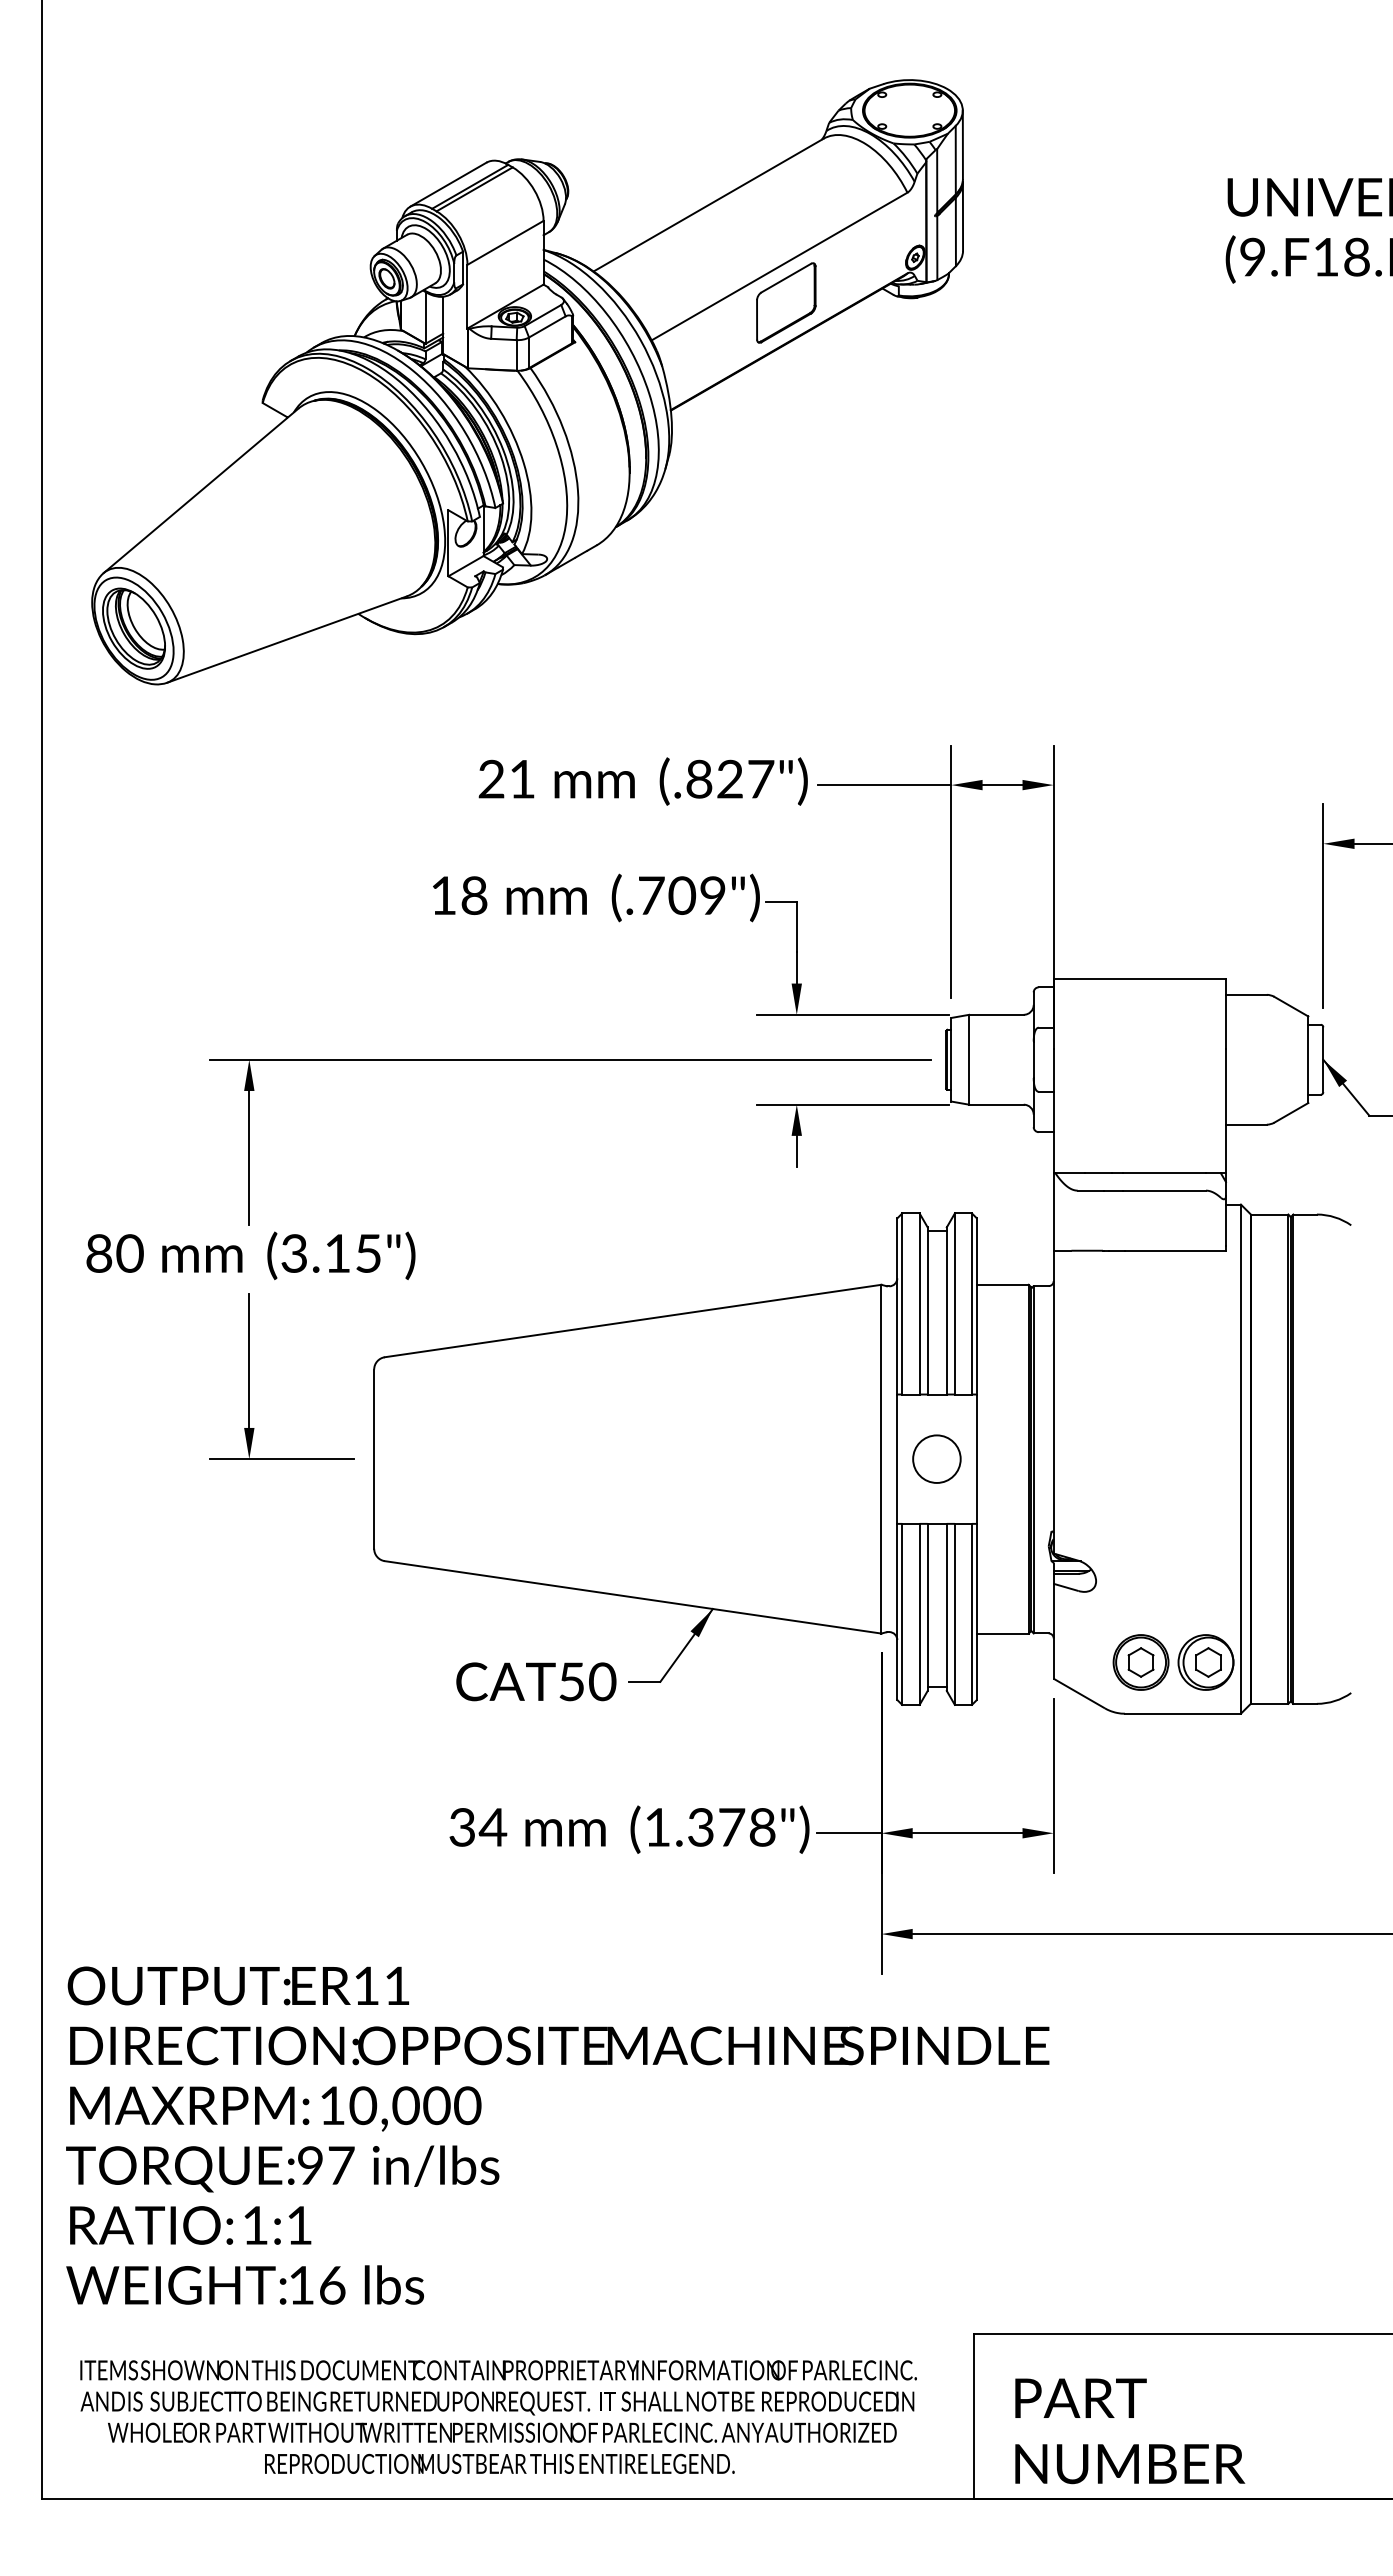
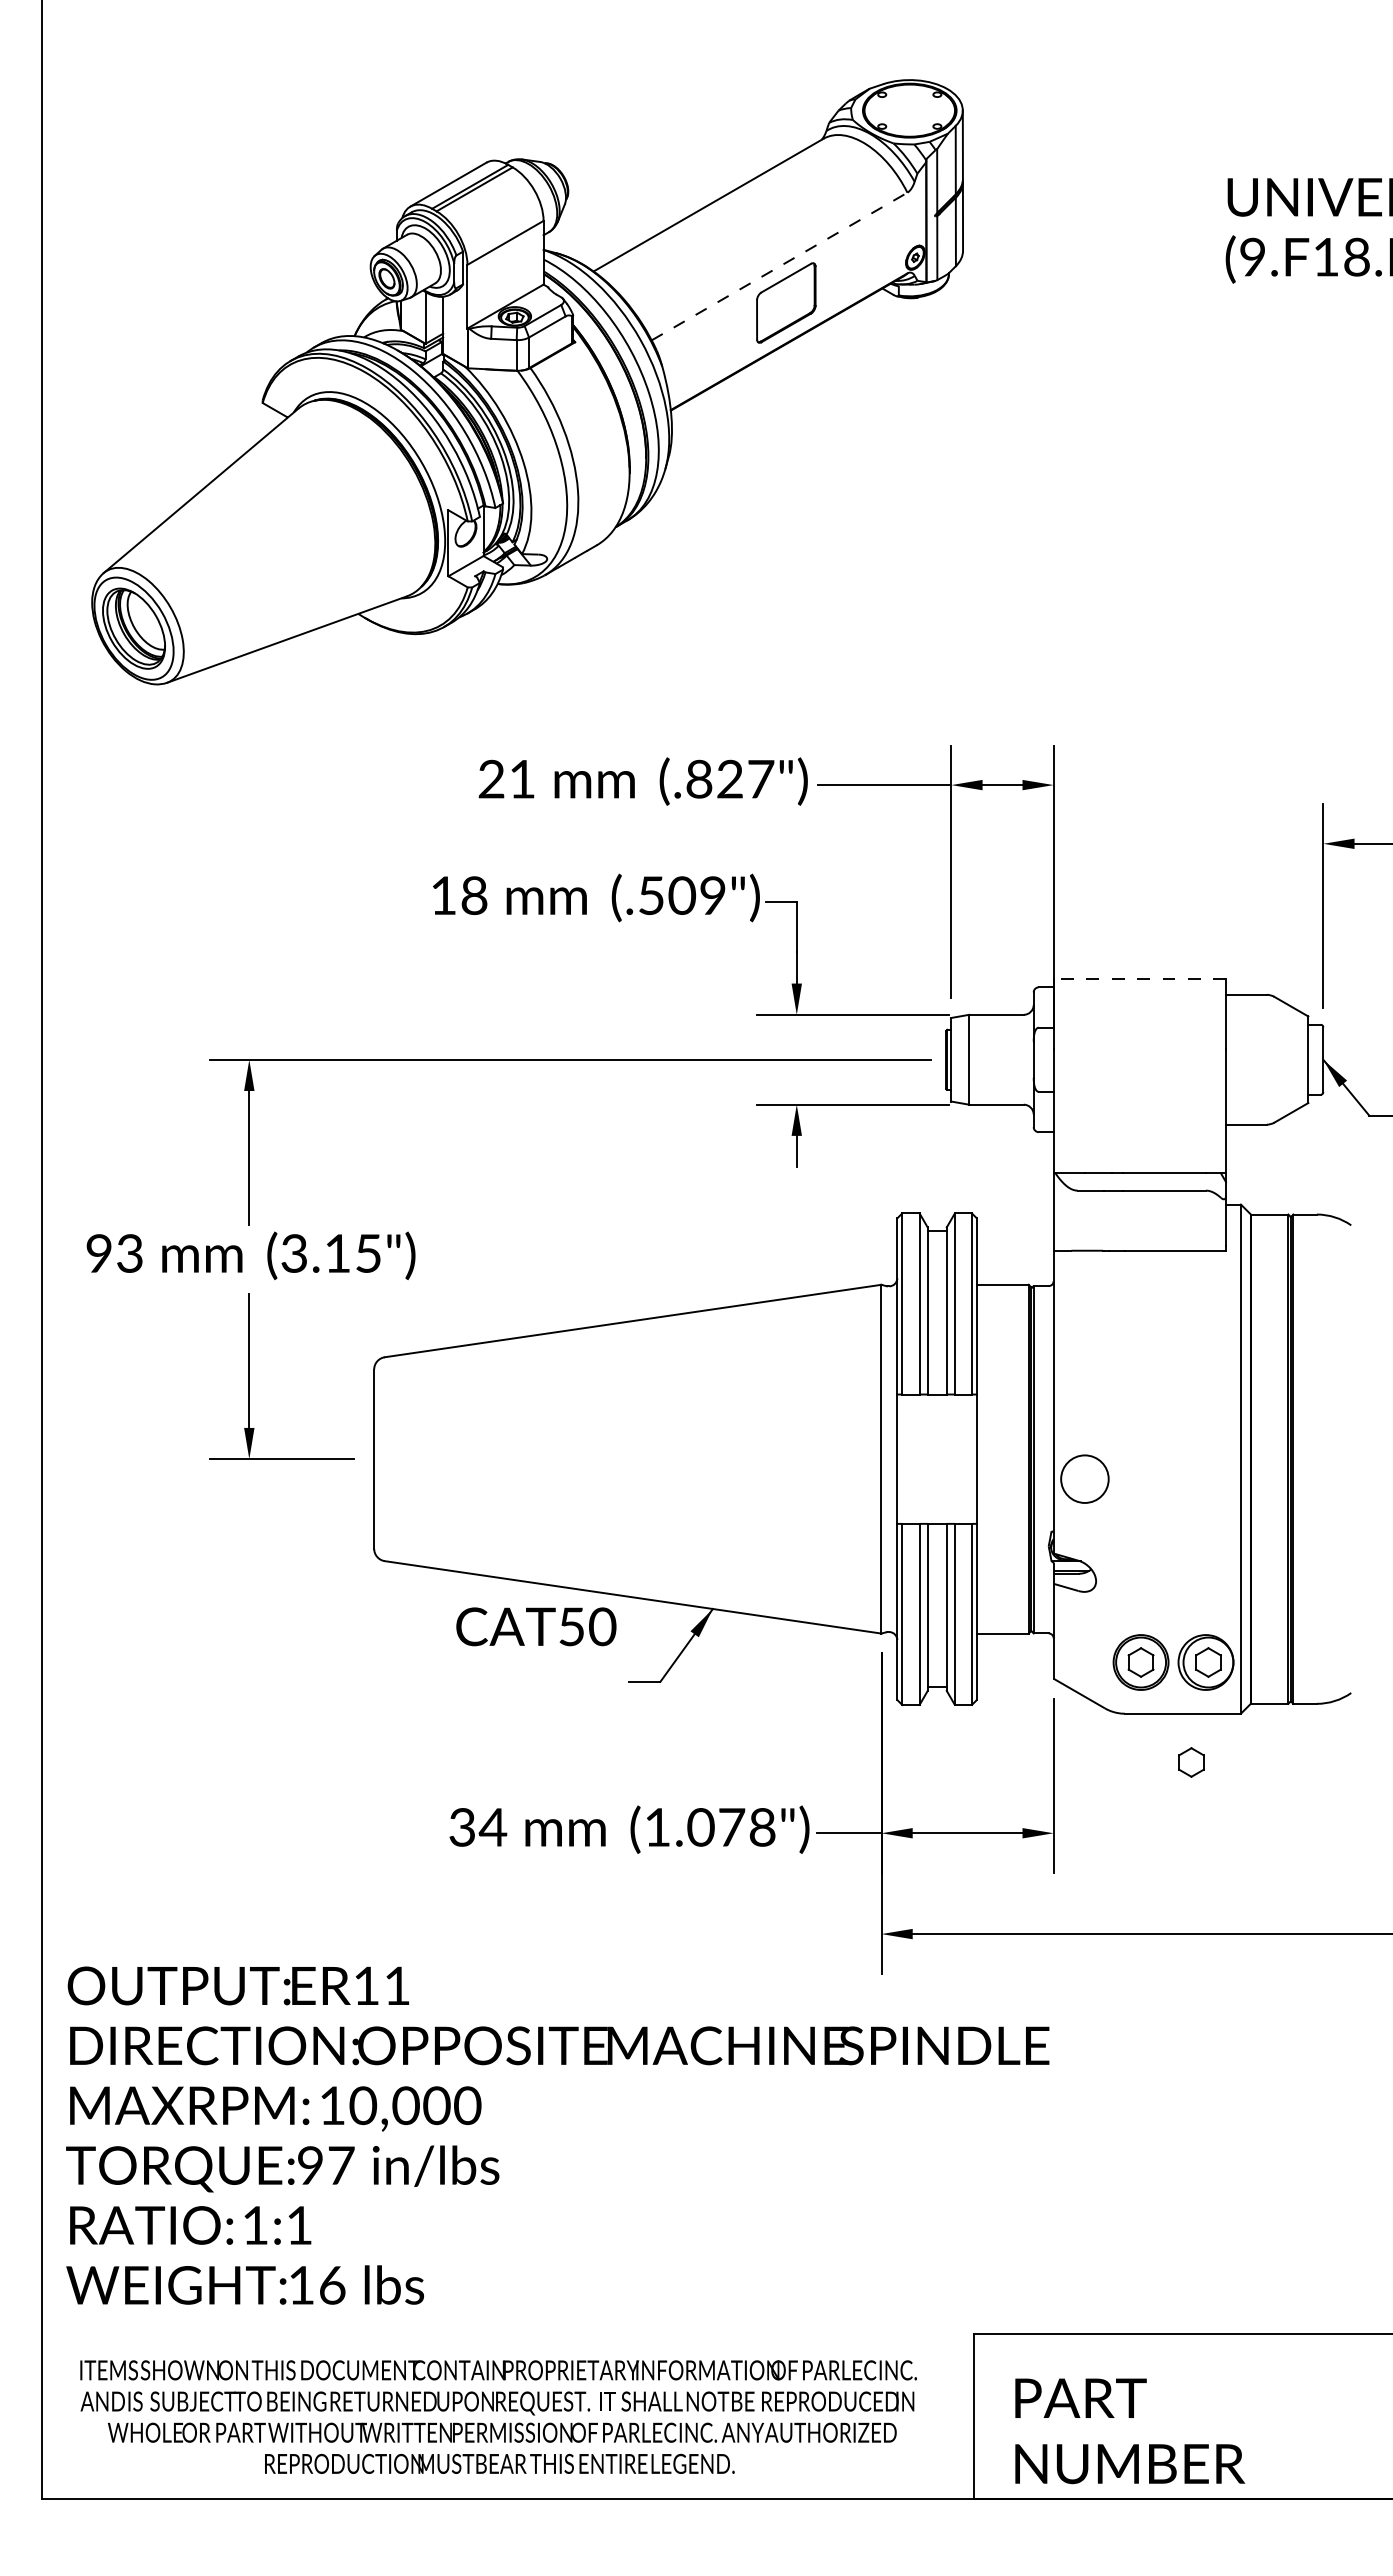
line at (779, 266): solid -> dashed
text at (651, 895): (.709") -> (.509")
line at (1139, 978): solid -> dashed
text at (114, 1253): 80 -> 93
circle at (936, 1458) position: (936, 1458) -> (1084, 1478)
text at (536, 1681) position: (536, 1681) -> (536, 1626)
part at (1191, 1762): none -> present
text at (700, 1827): (1.378") -> (1.078")
